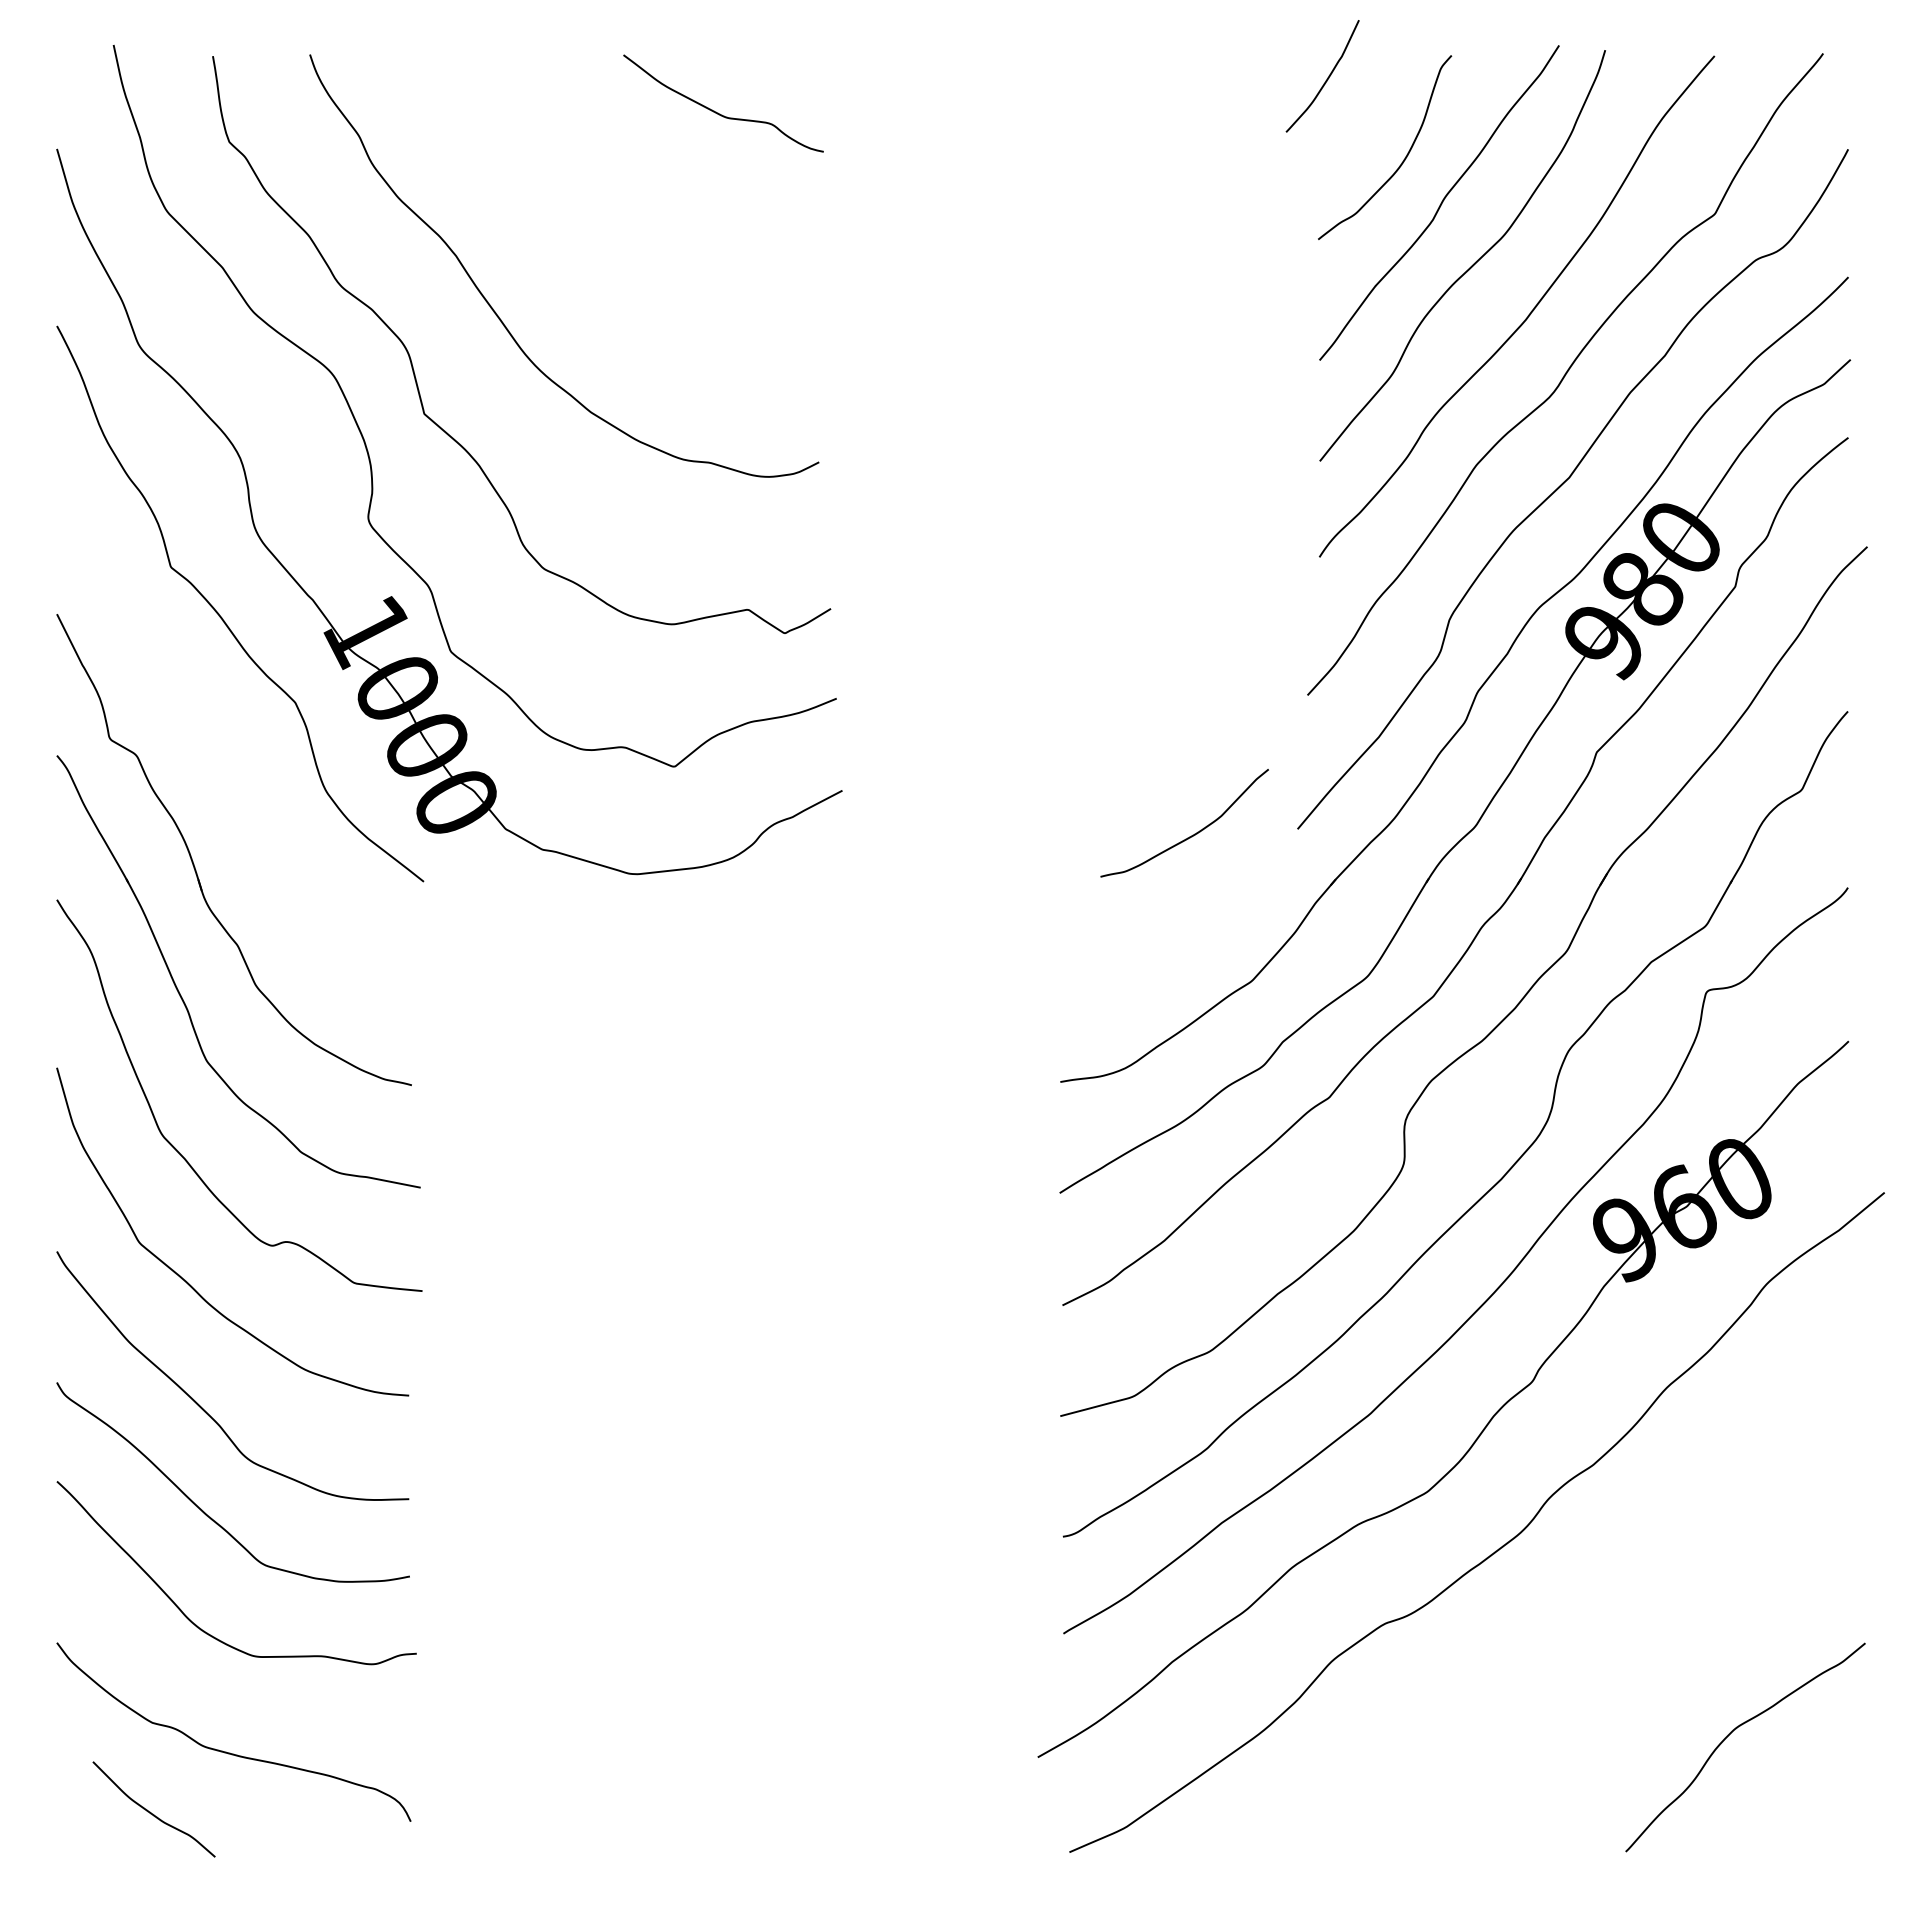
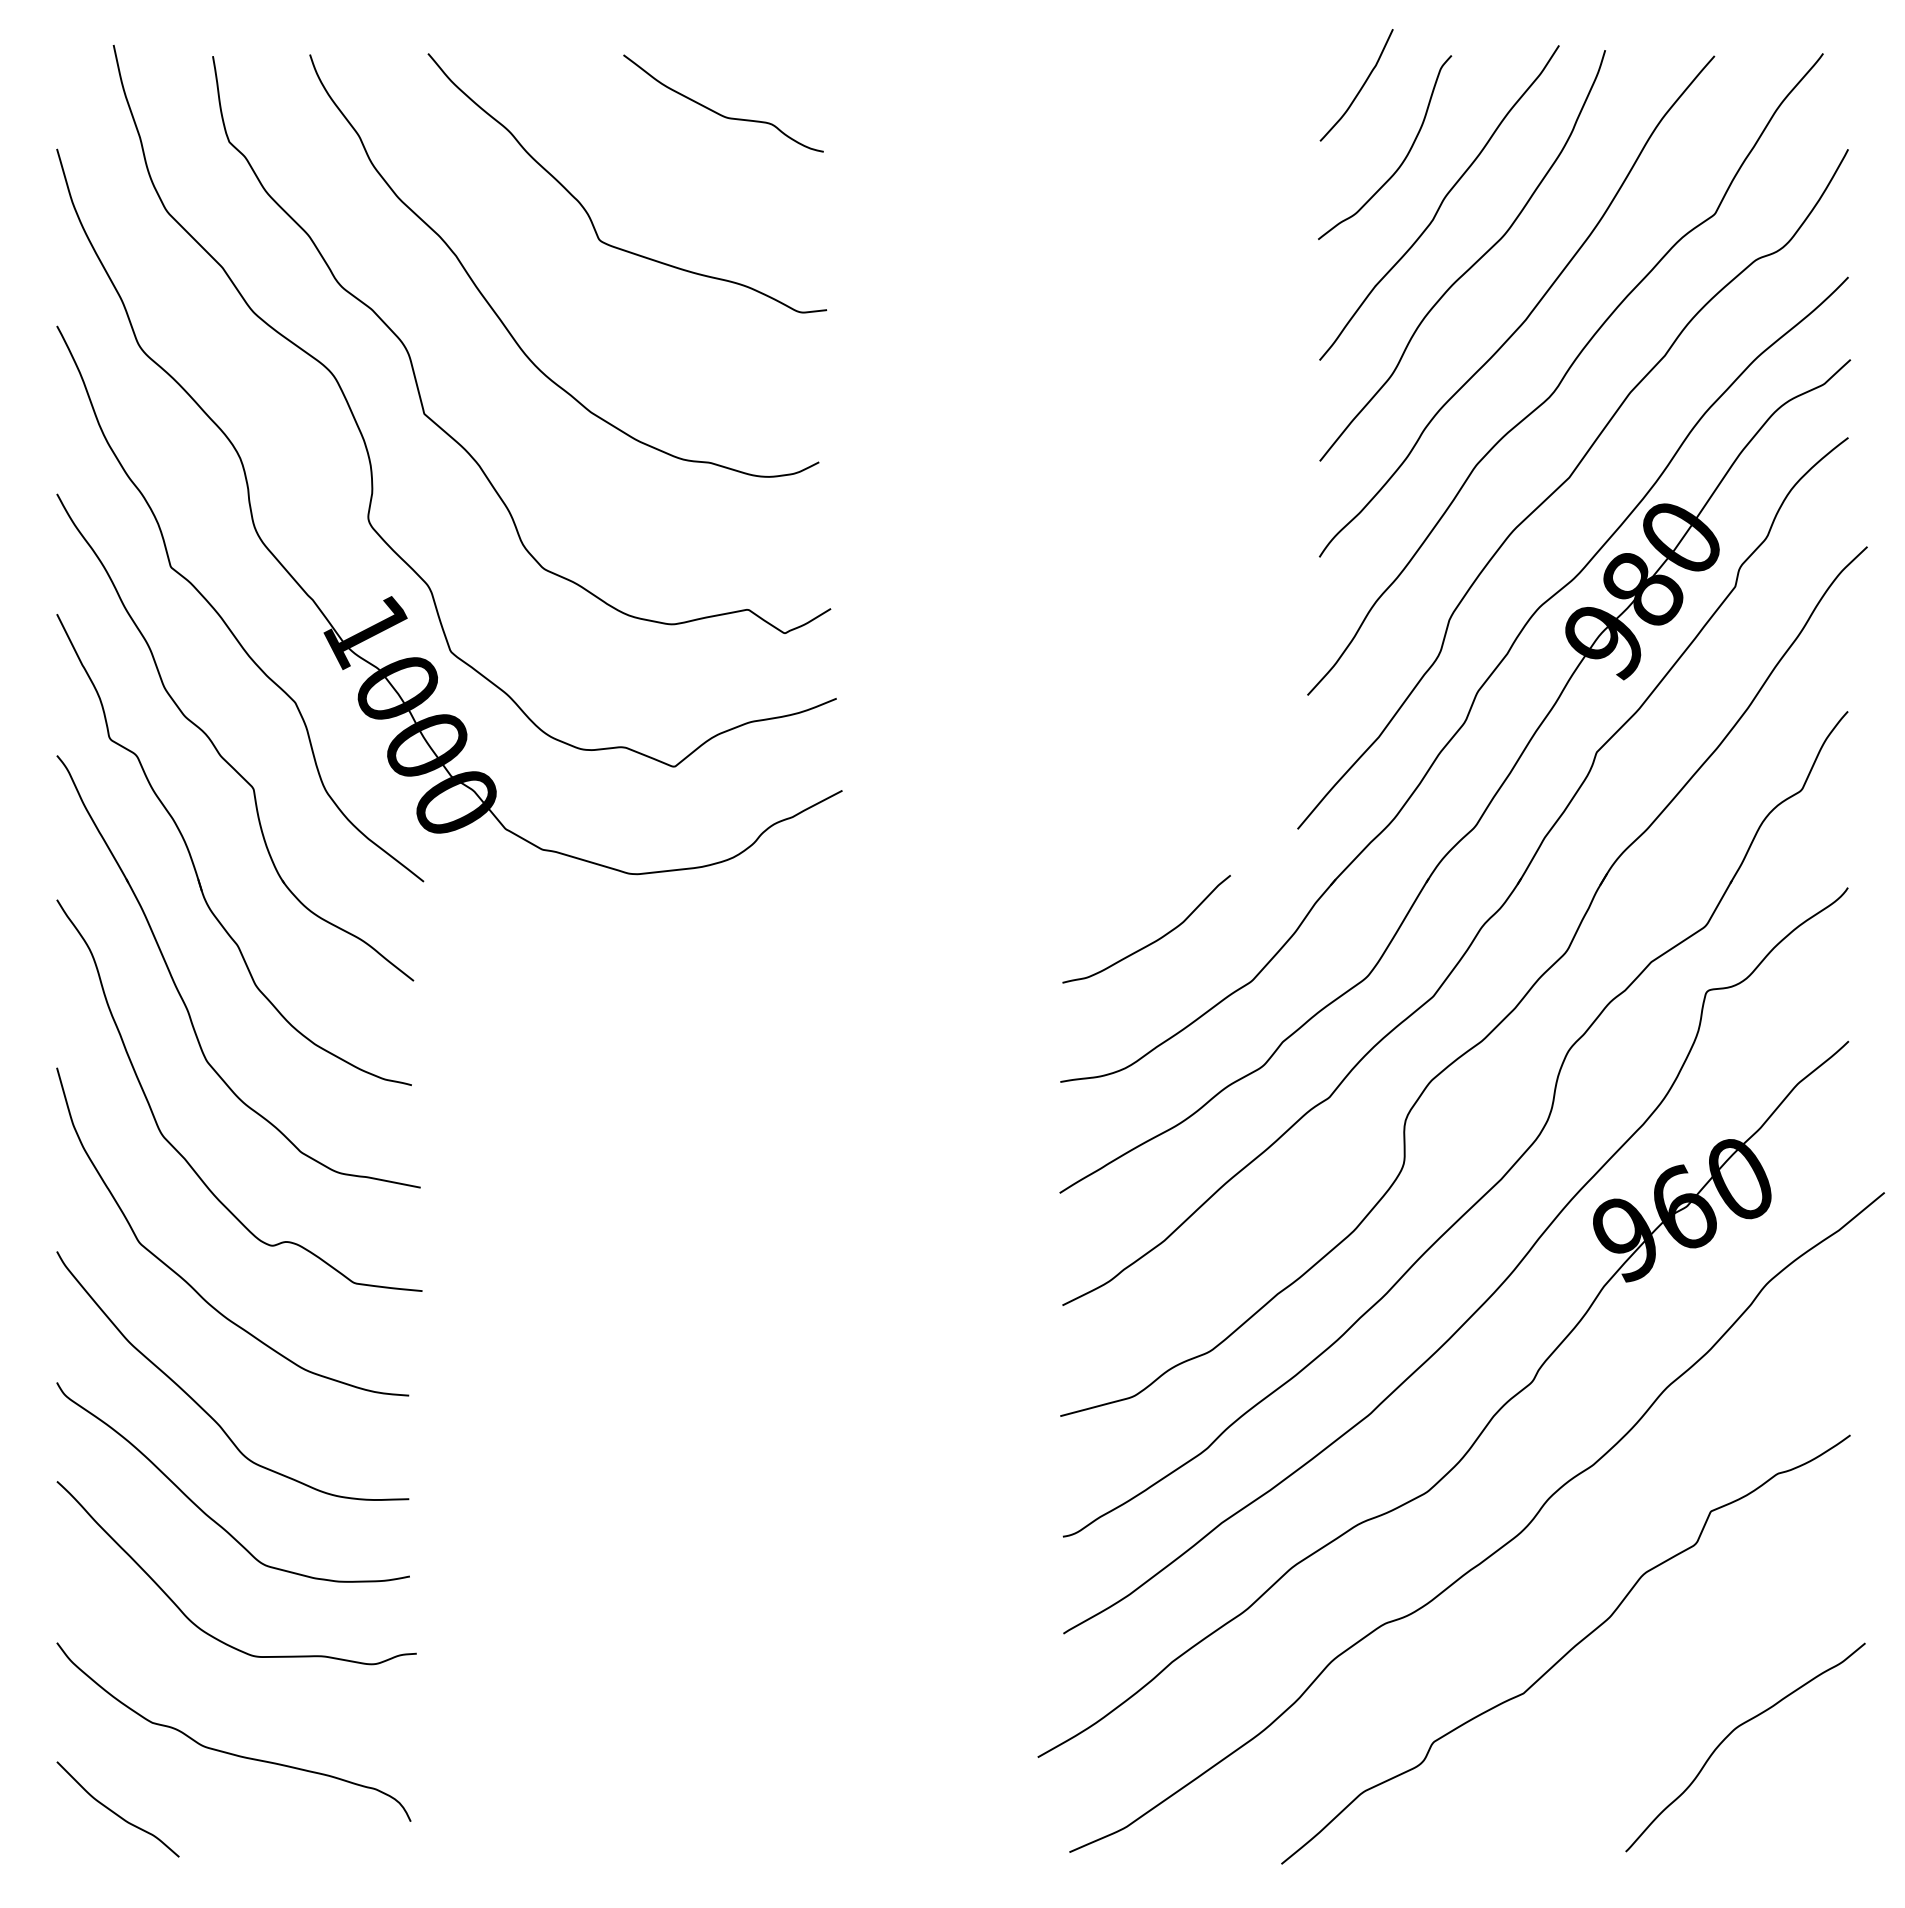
curve at (1326, 79) position: (1326, 79) -> (1360, 88)
curve at (587, 211): none -> present
part at (218, 750): none -> present
curve at (1191, 835) position: (1191, 835) -> (1153, 941)
curve at (1567, 1651): none -> present
curve at (150, 1811) position: (150, 1811) -> (114, 1811)
